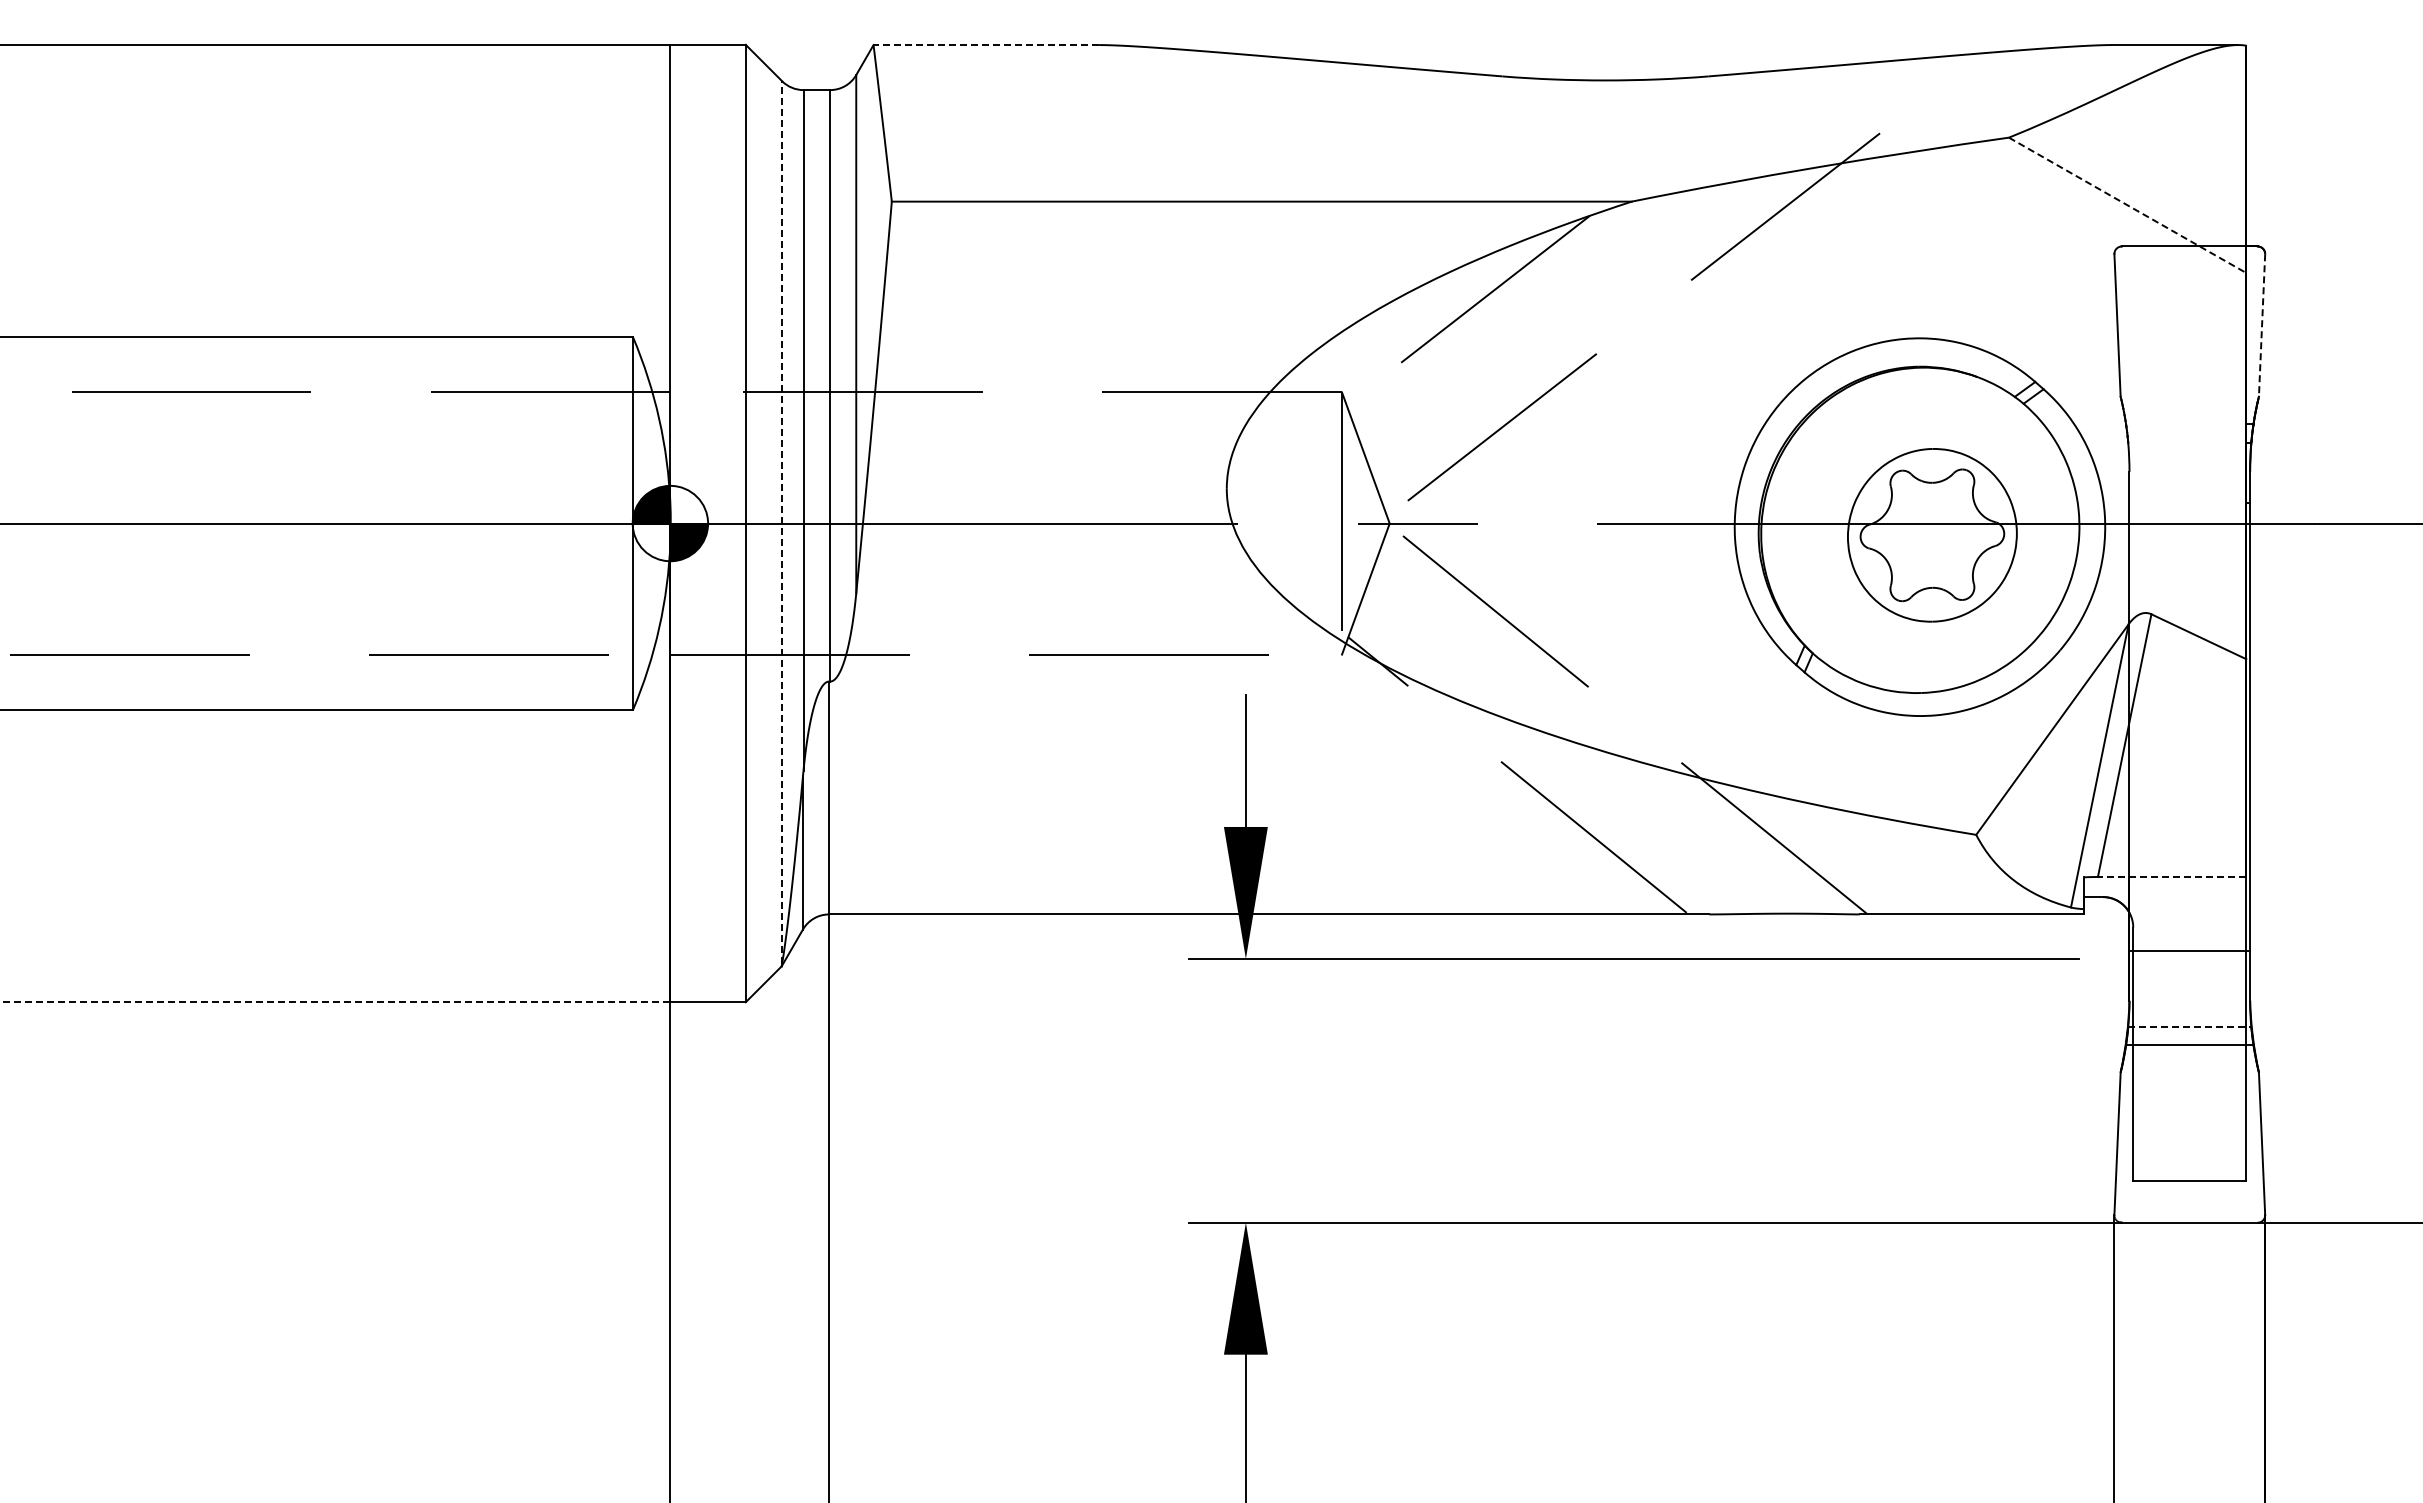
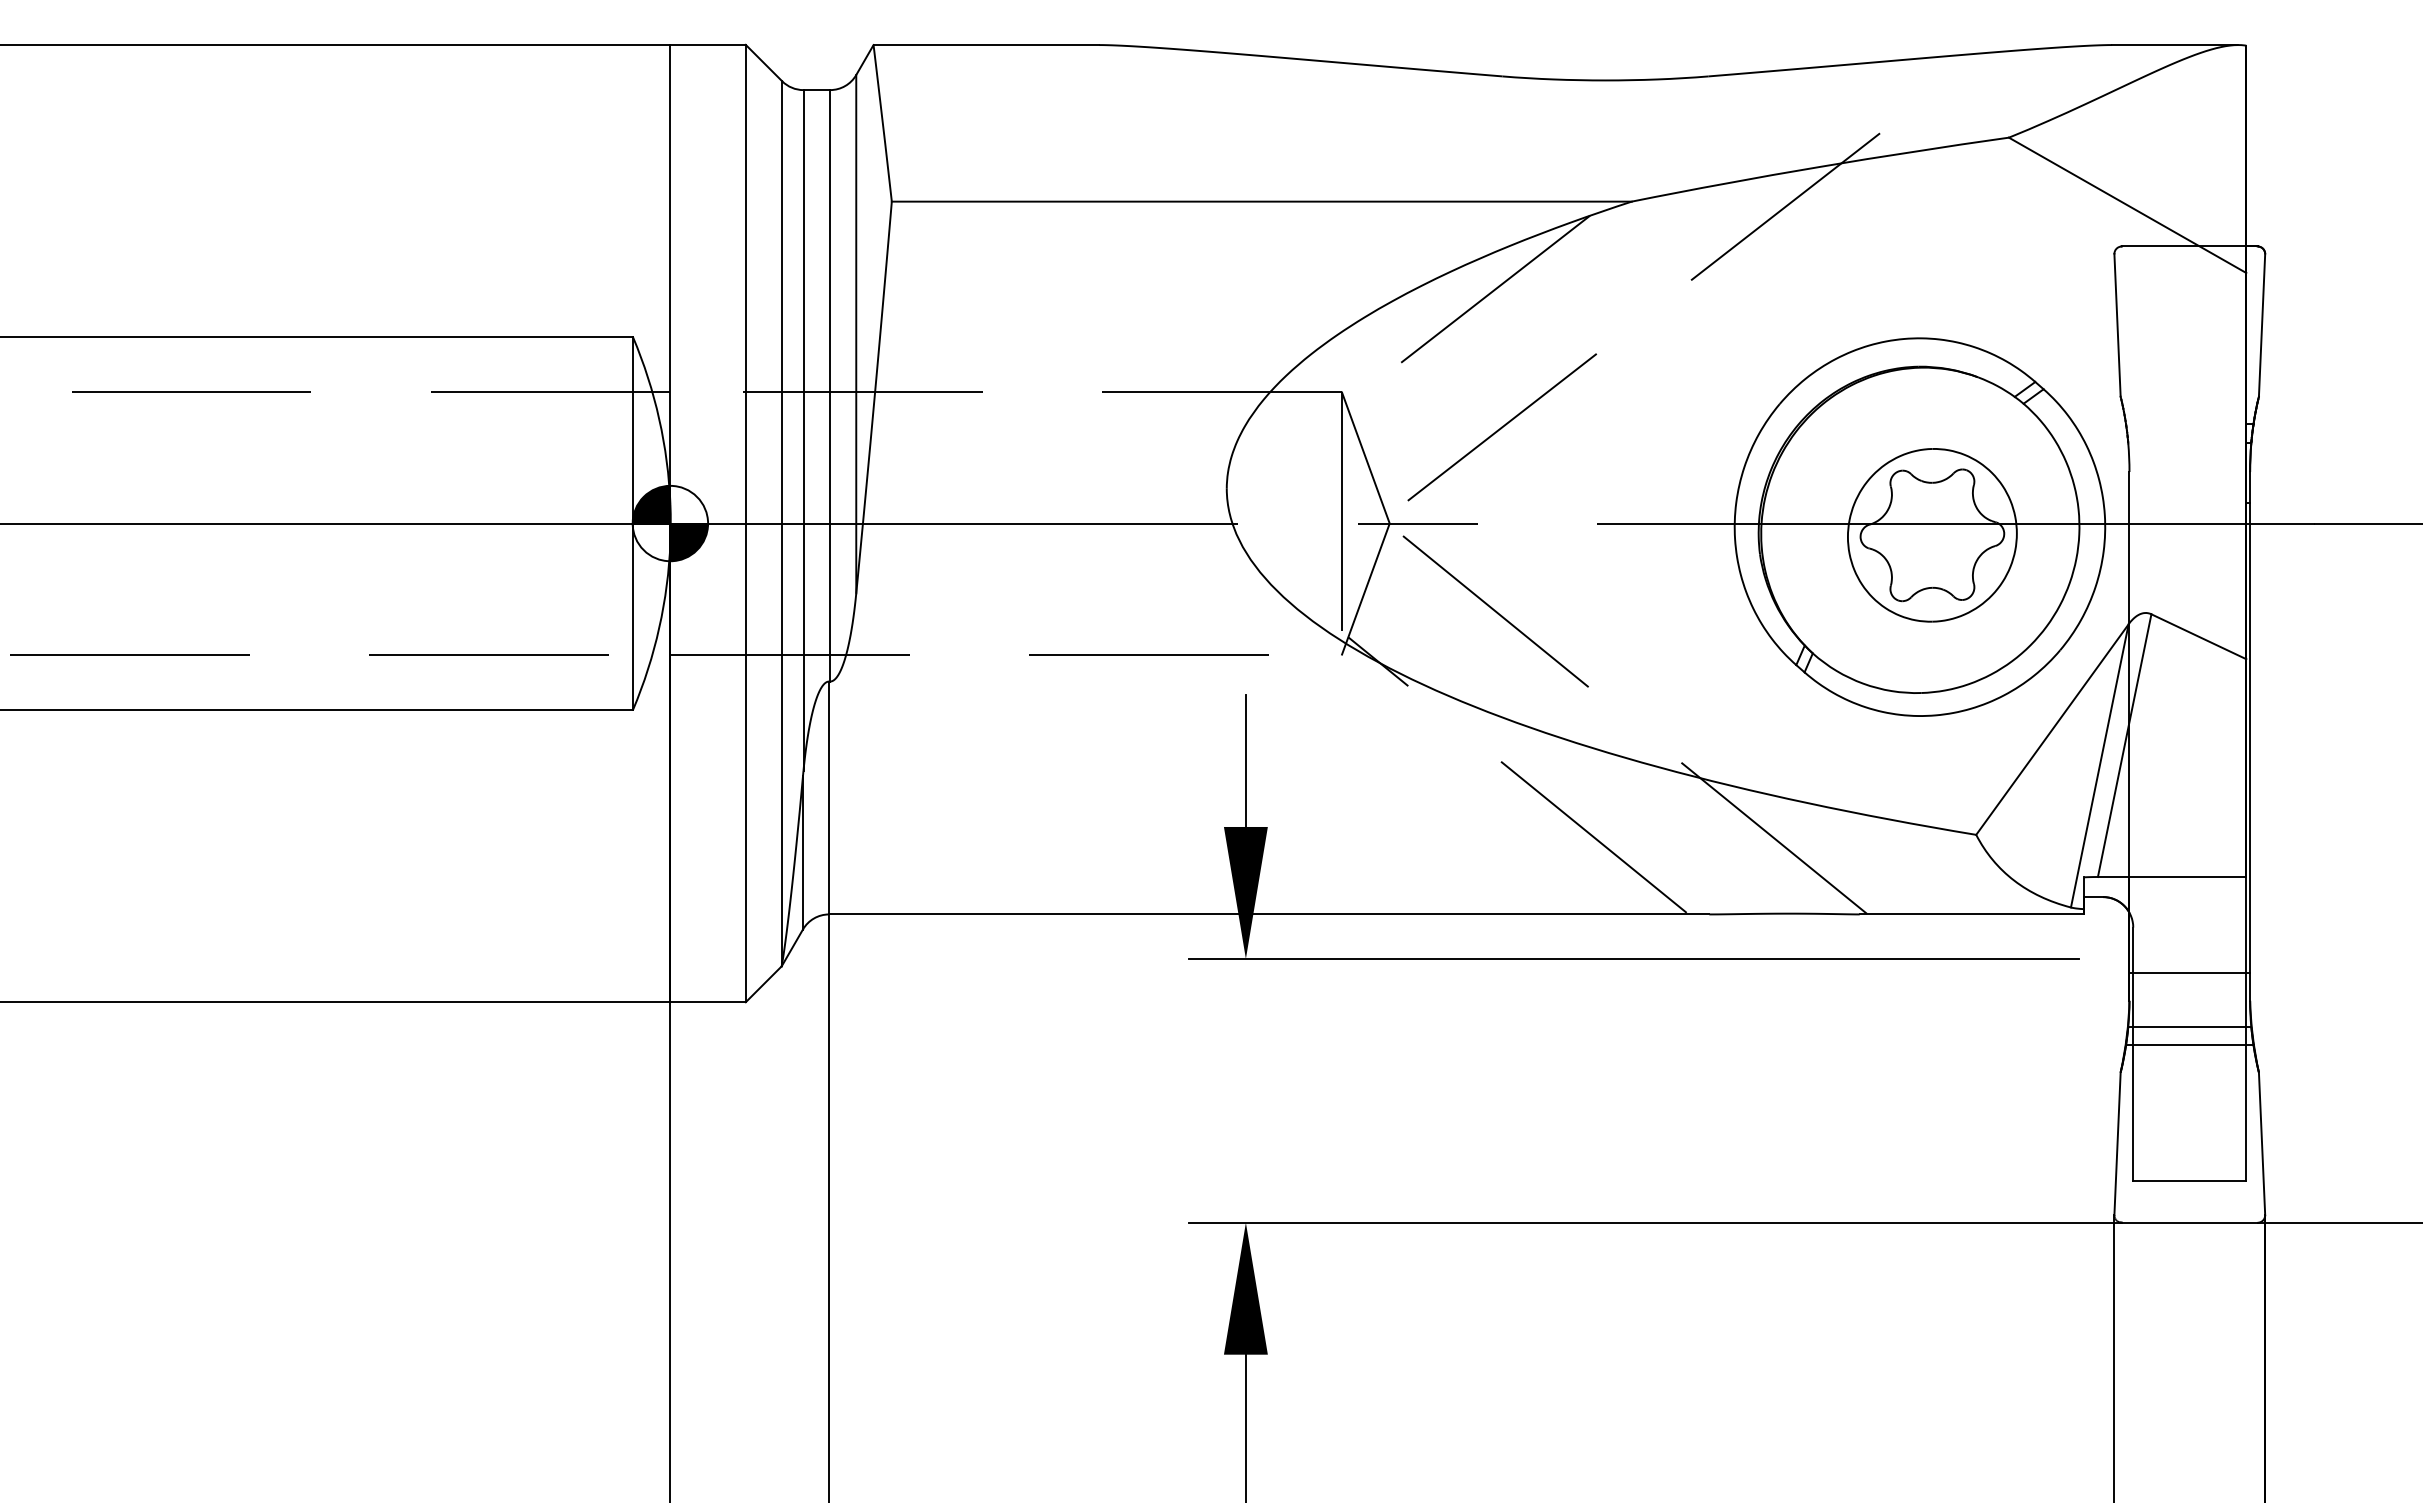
line at (986, 45): dashed -> solid
line at (2127, 205): dashed -> solid
line at (2262, 326): dashed -> solid
line at (782, 521): dashed -> solid
line at (2171, 877): dashed -> solid
line at (2189, 951) position: (2189, 951) -> (2189, 973)
line at (335, 1002): dashed -> solid
line at (2189, 1026): dashed -> solid
